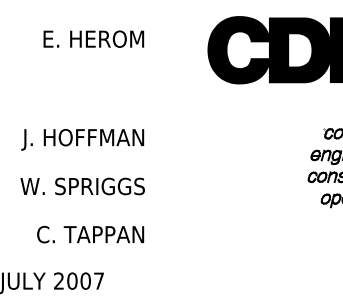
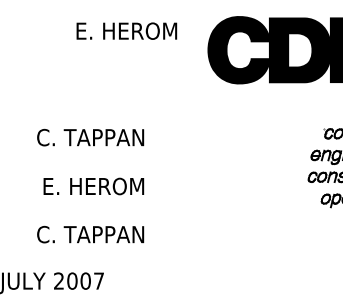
text at (93, 38) position: (93, 38) -> (126, 30)
text at (68, 139): J. HOFFMAN -> C. TAPPAN
text at (82, 186): W. SPRIGGS -> E. HEROM
